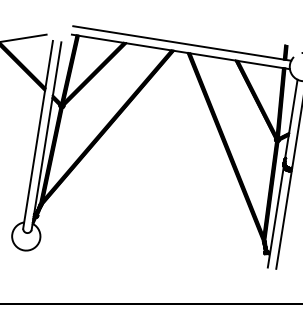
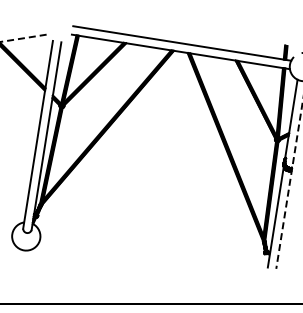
line at (23, 38): solid -> dashed
line at (289, 185): solid -> dashed
